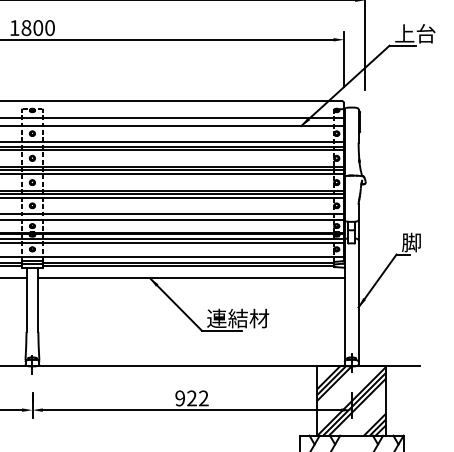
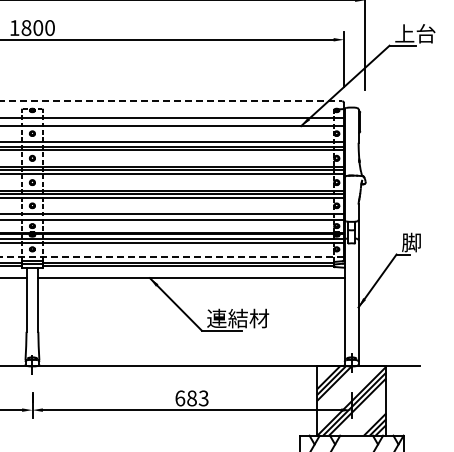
line at (171, 101): solid -> dashed
line at (172, 256): solid -> dashed
text at (191, 398): 922 -> 683
